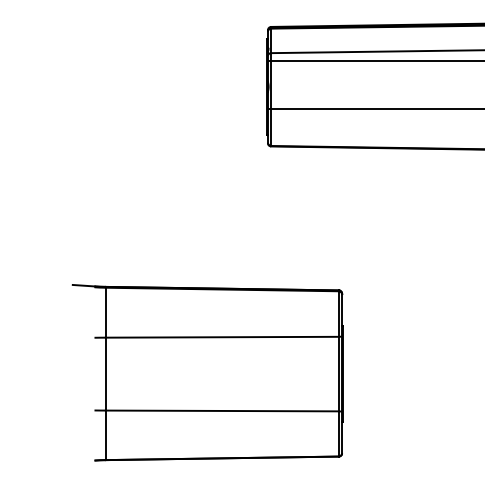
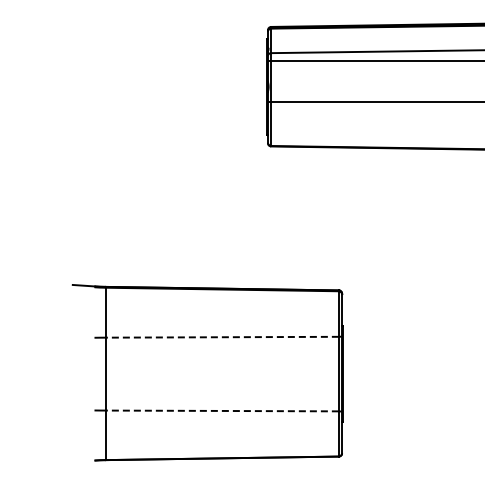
line at (374, 109) position: (374, 109) -> (374, 102)
line at (222, 337): solid -> dashed
line at (222, 410): solid -> dashed
